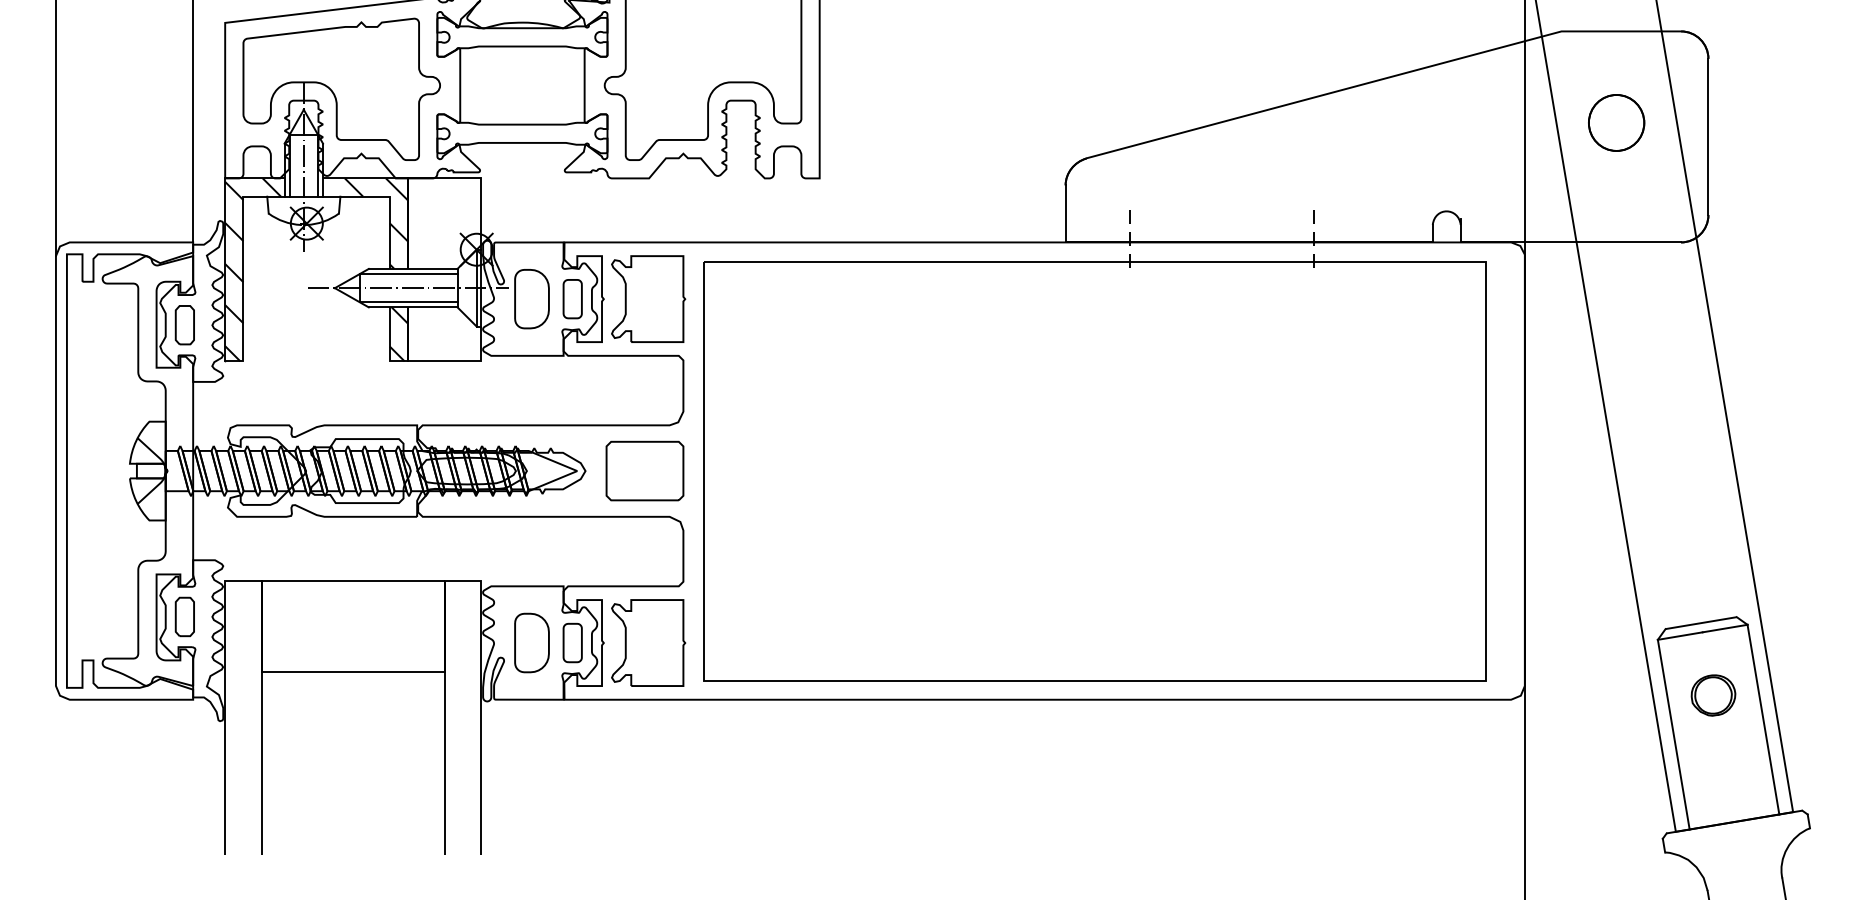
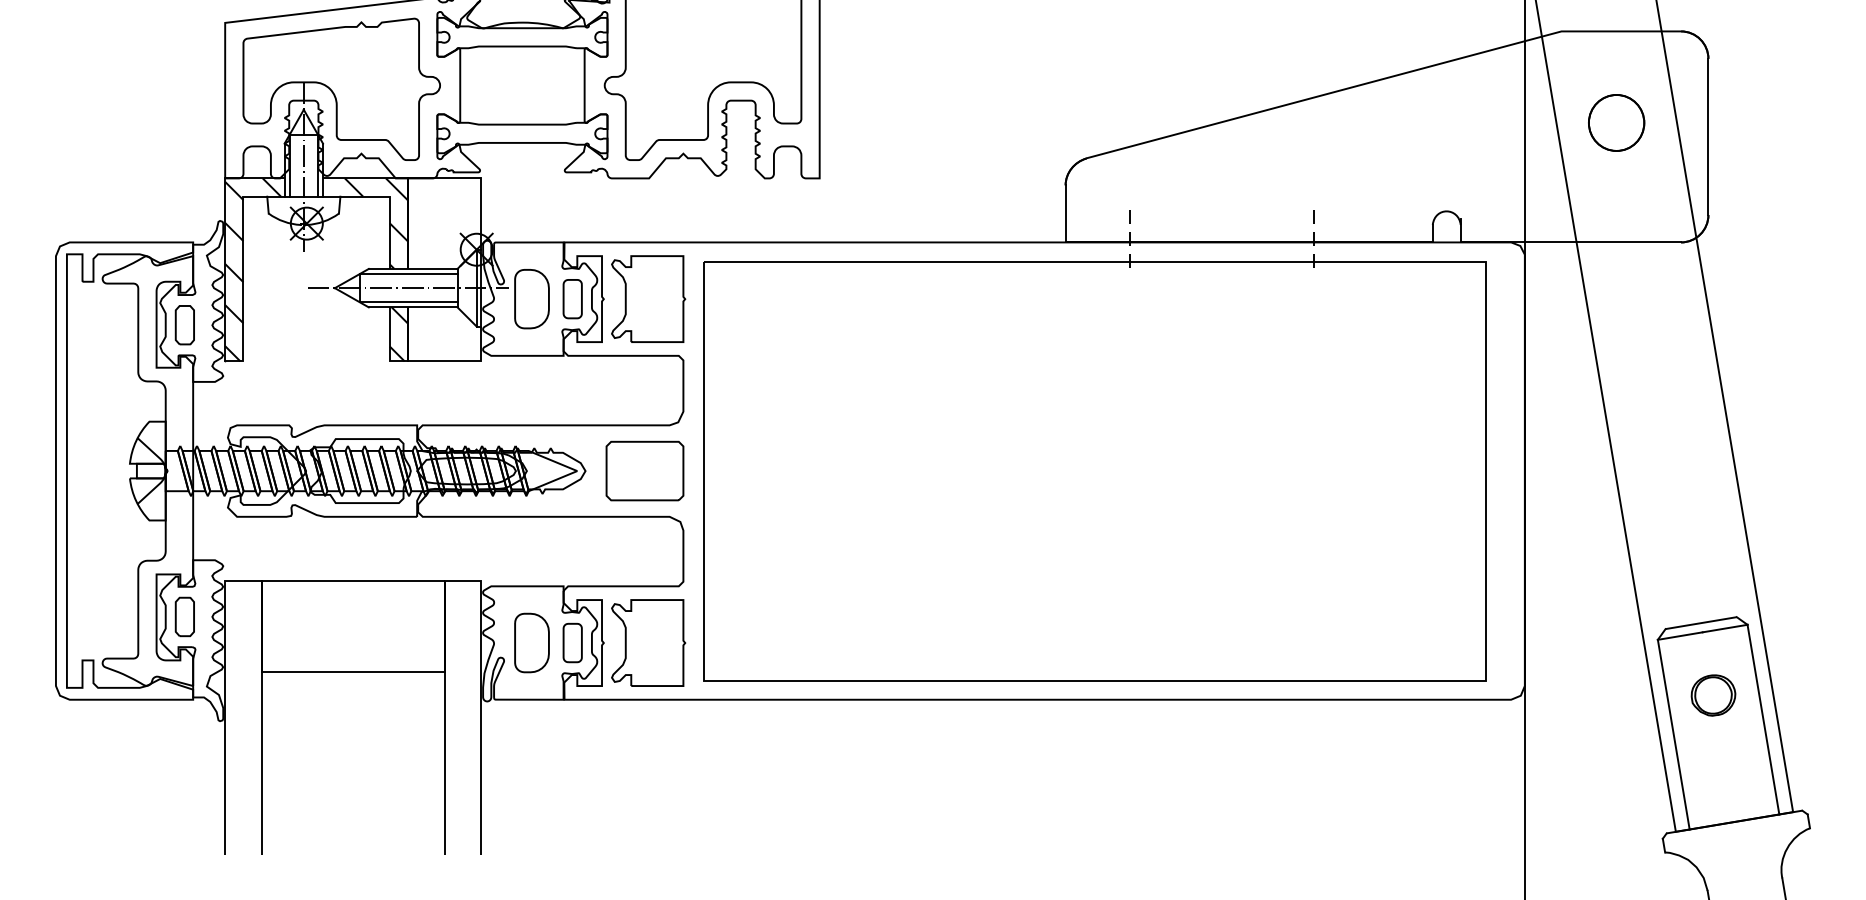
line at (193, 122): present -> none
line at (55, 129): present -> none
